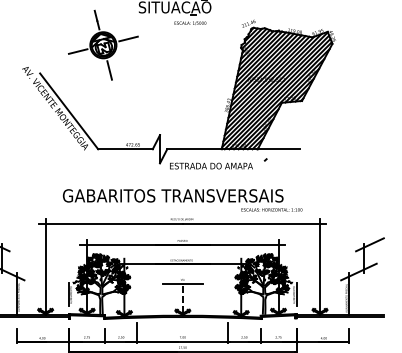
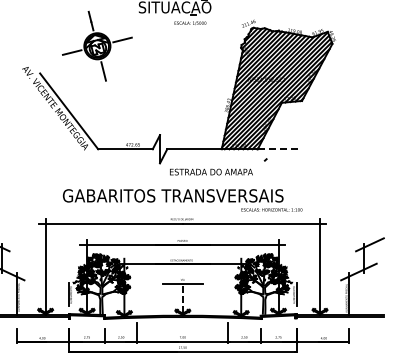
part at (103, 44) position: (103, 44) -> (97, 45)
line at (278, 149): solid -> dashed
text at (211, 165) position: (211, 165) -> (211, 171)
